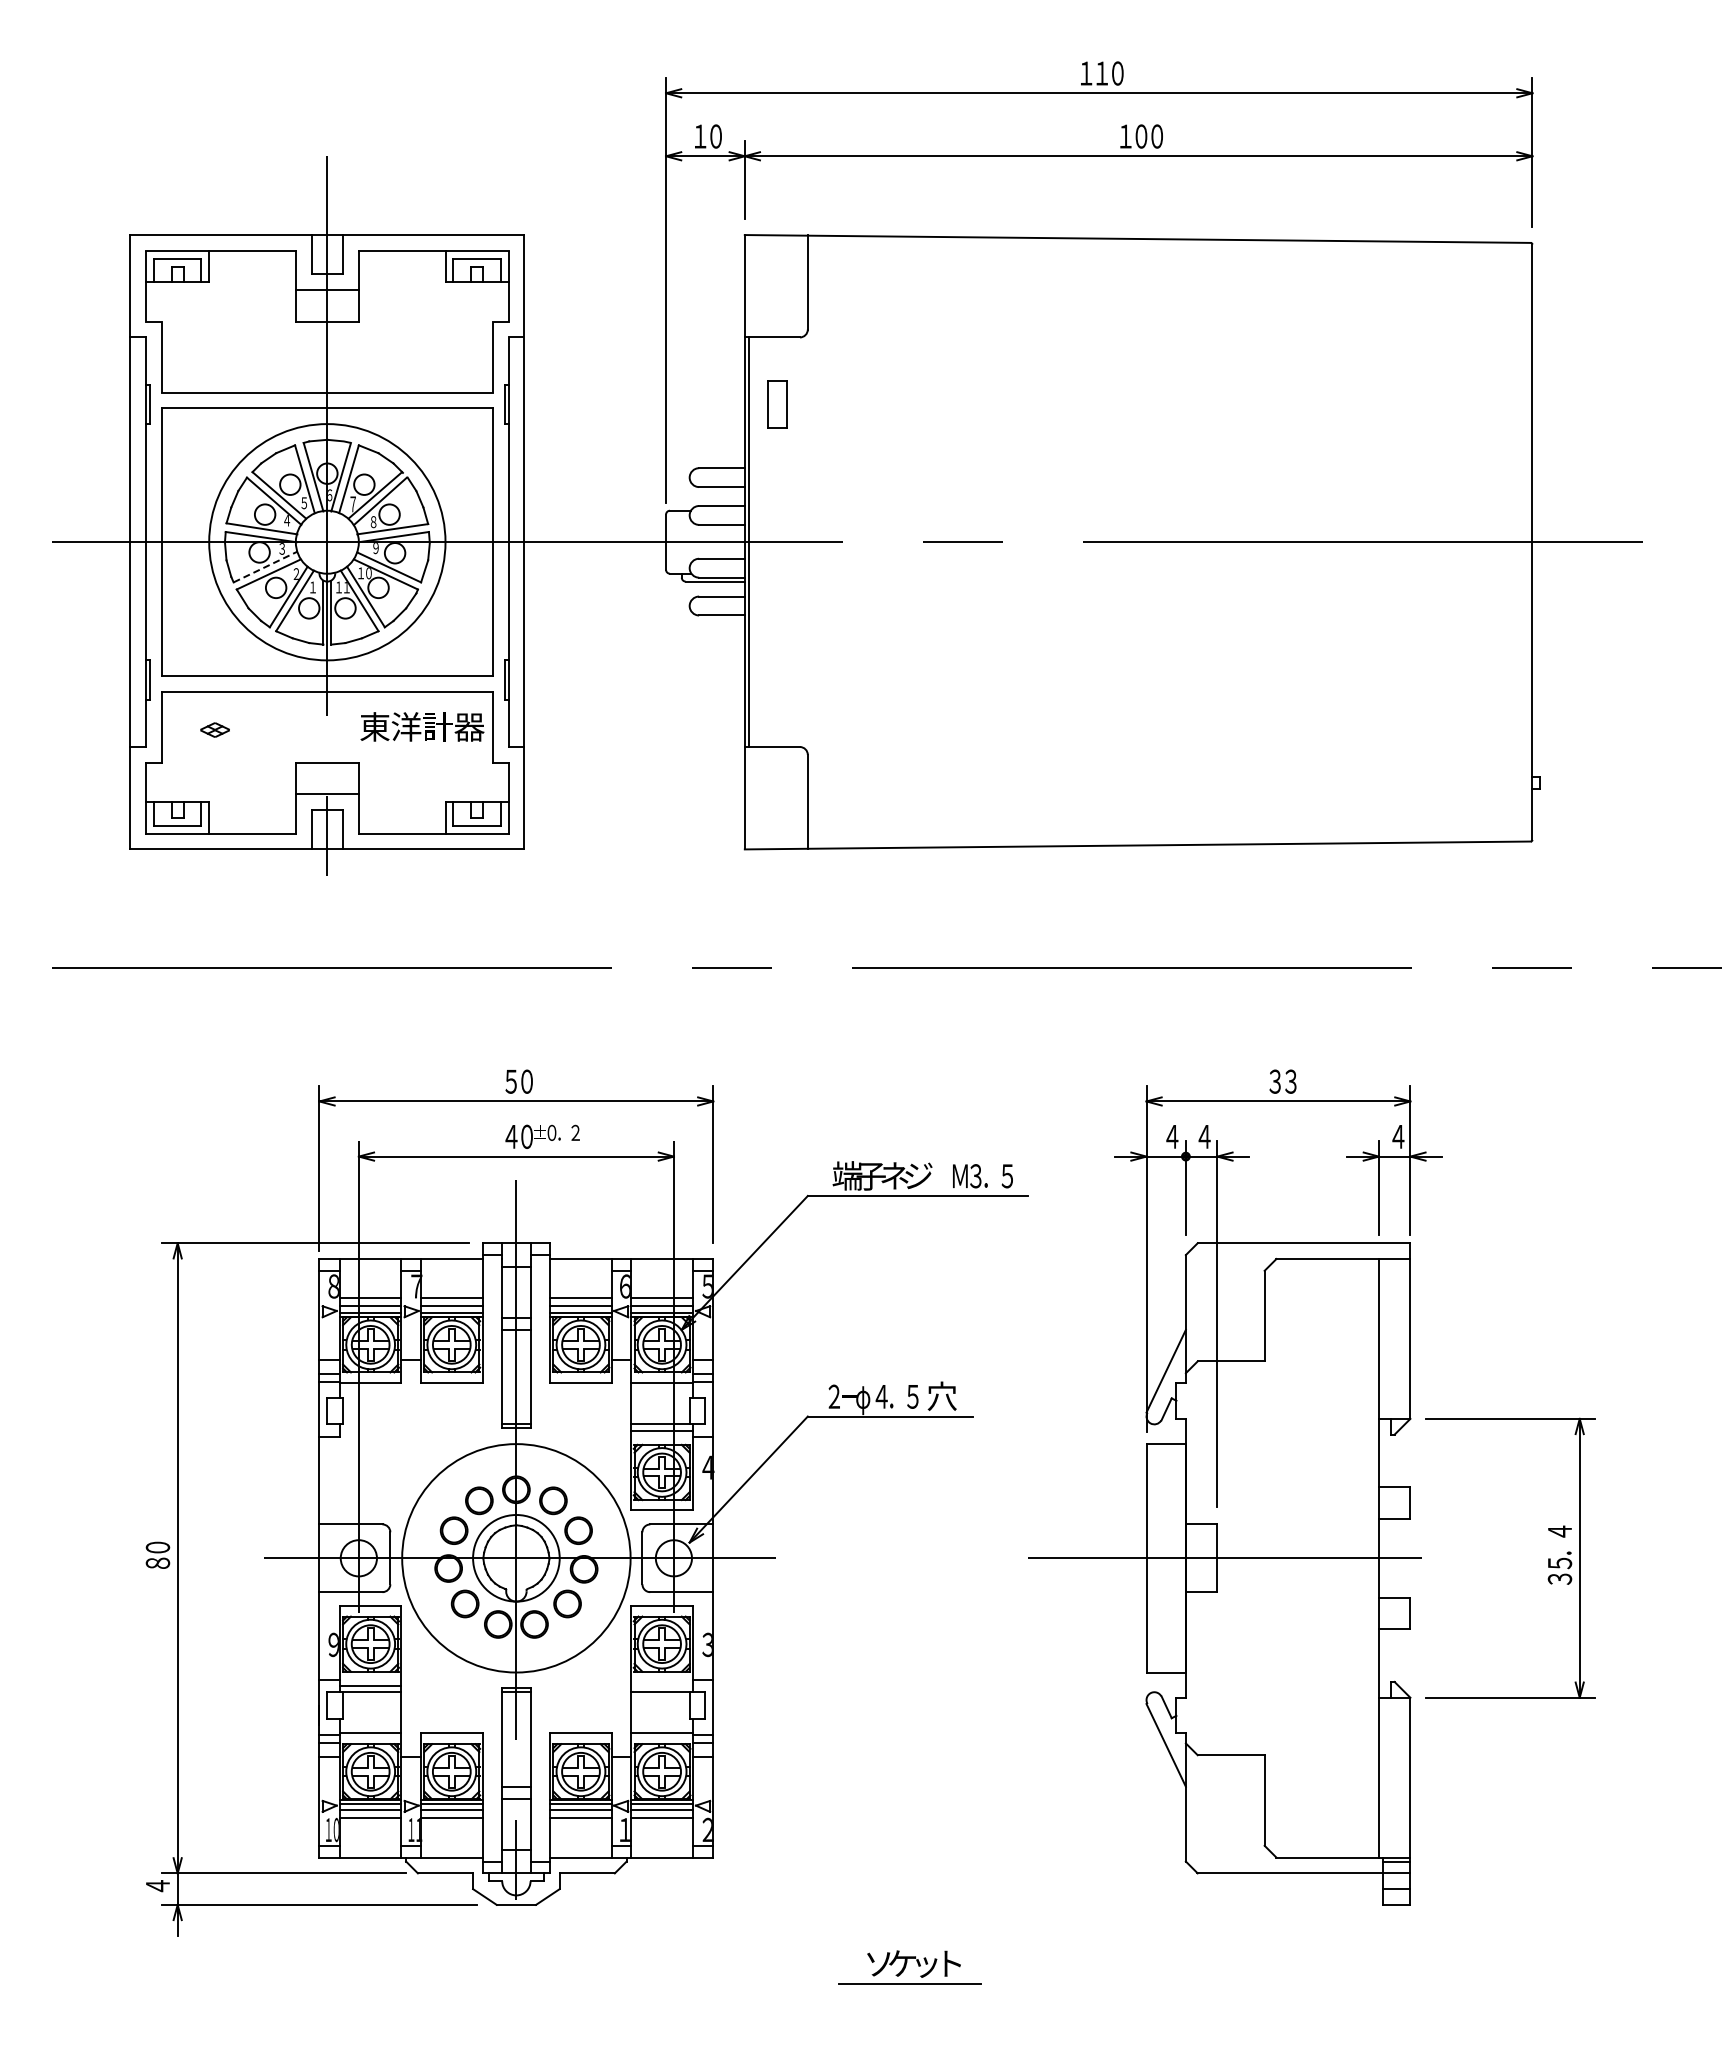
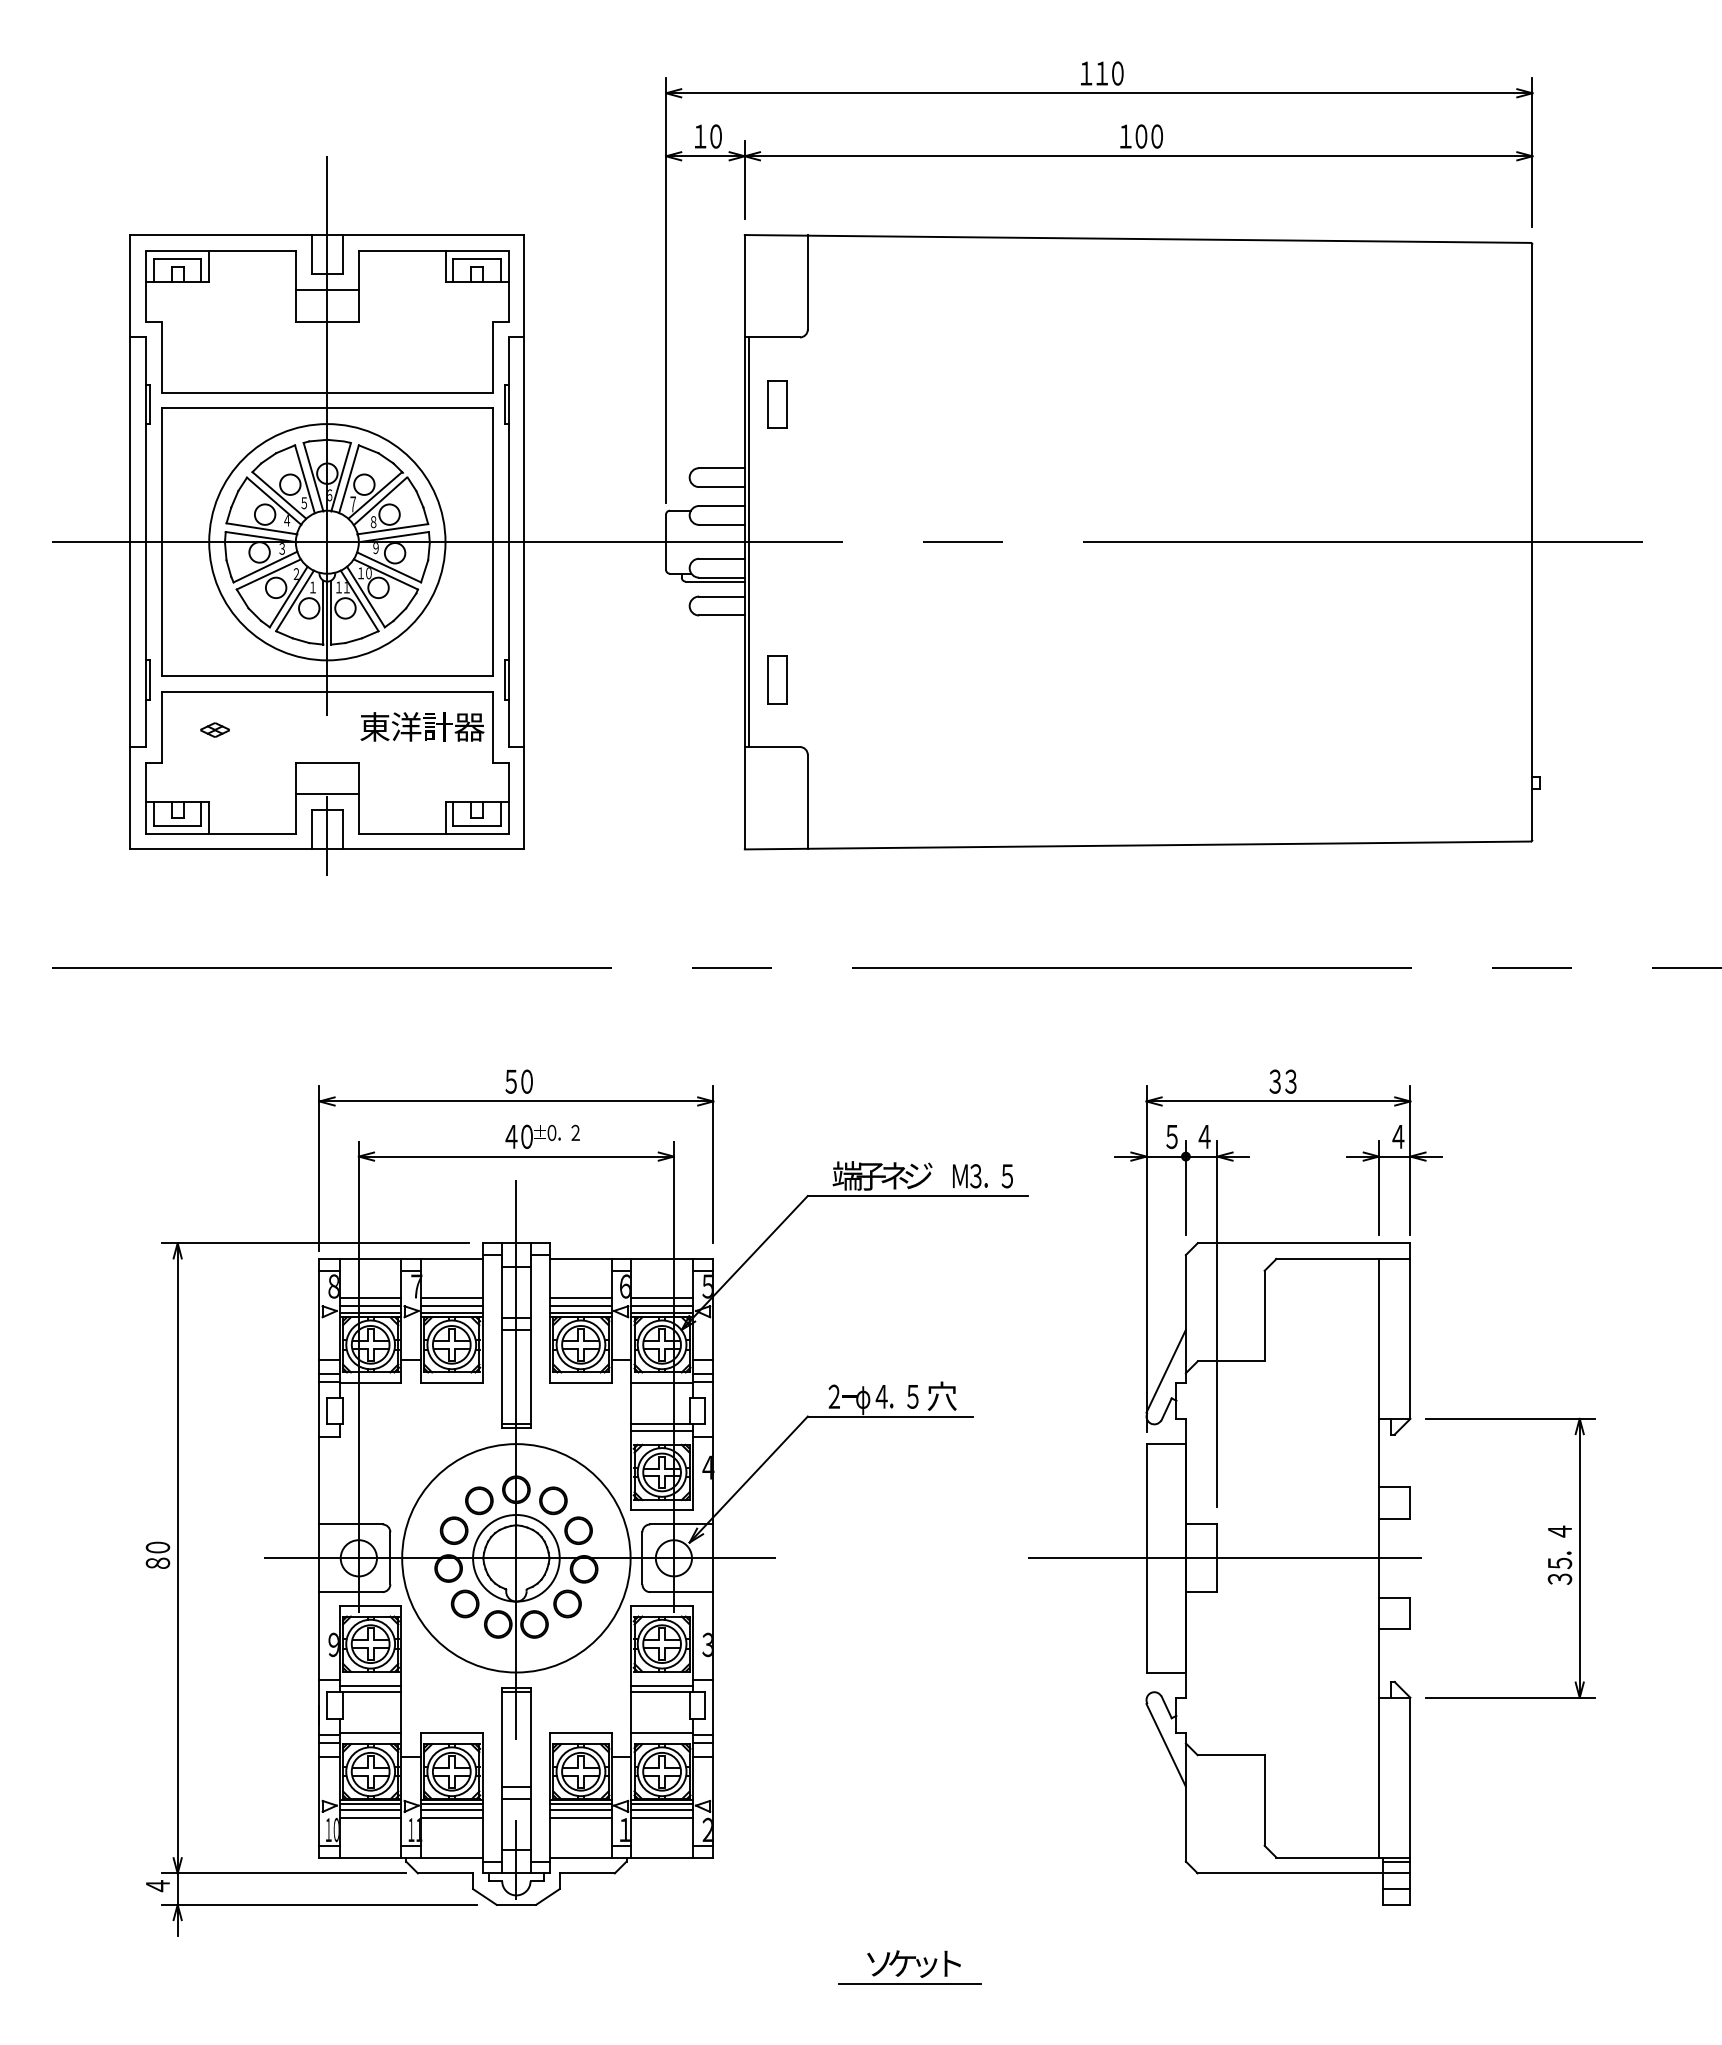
line at (265, 566): dashed -> solid
part at (777, 679): none -> present
text at (1172, 1136): ４ -> ５
line at (661, 1685): none -> present
